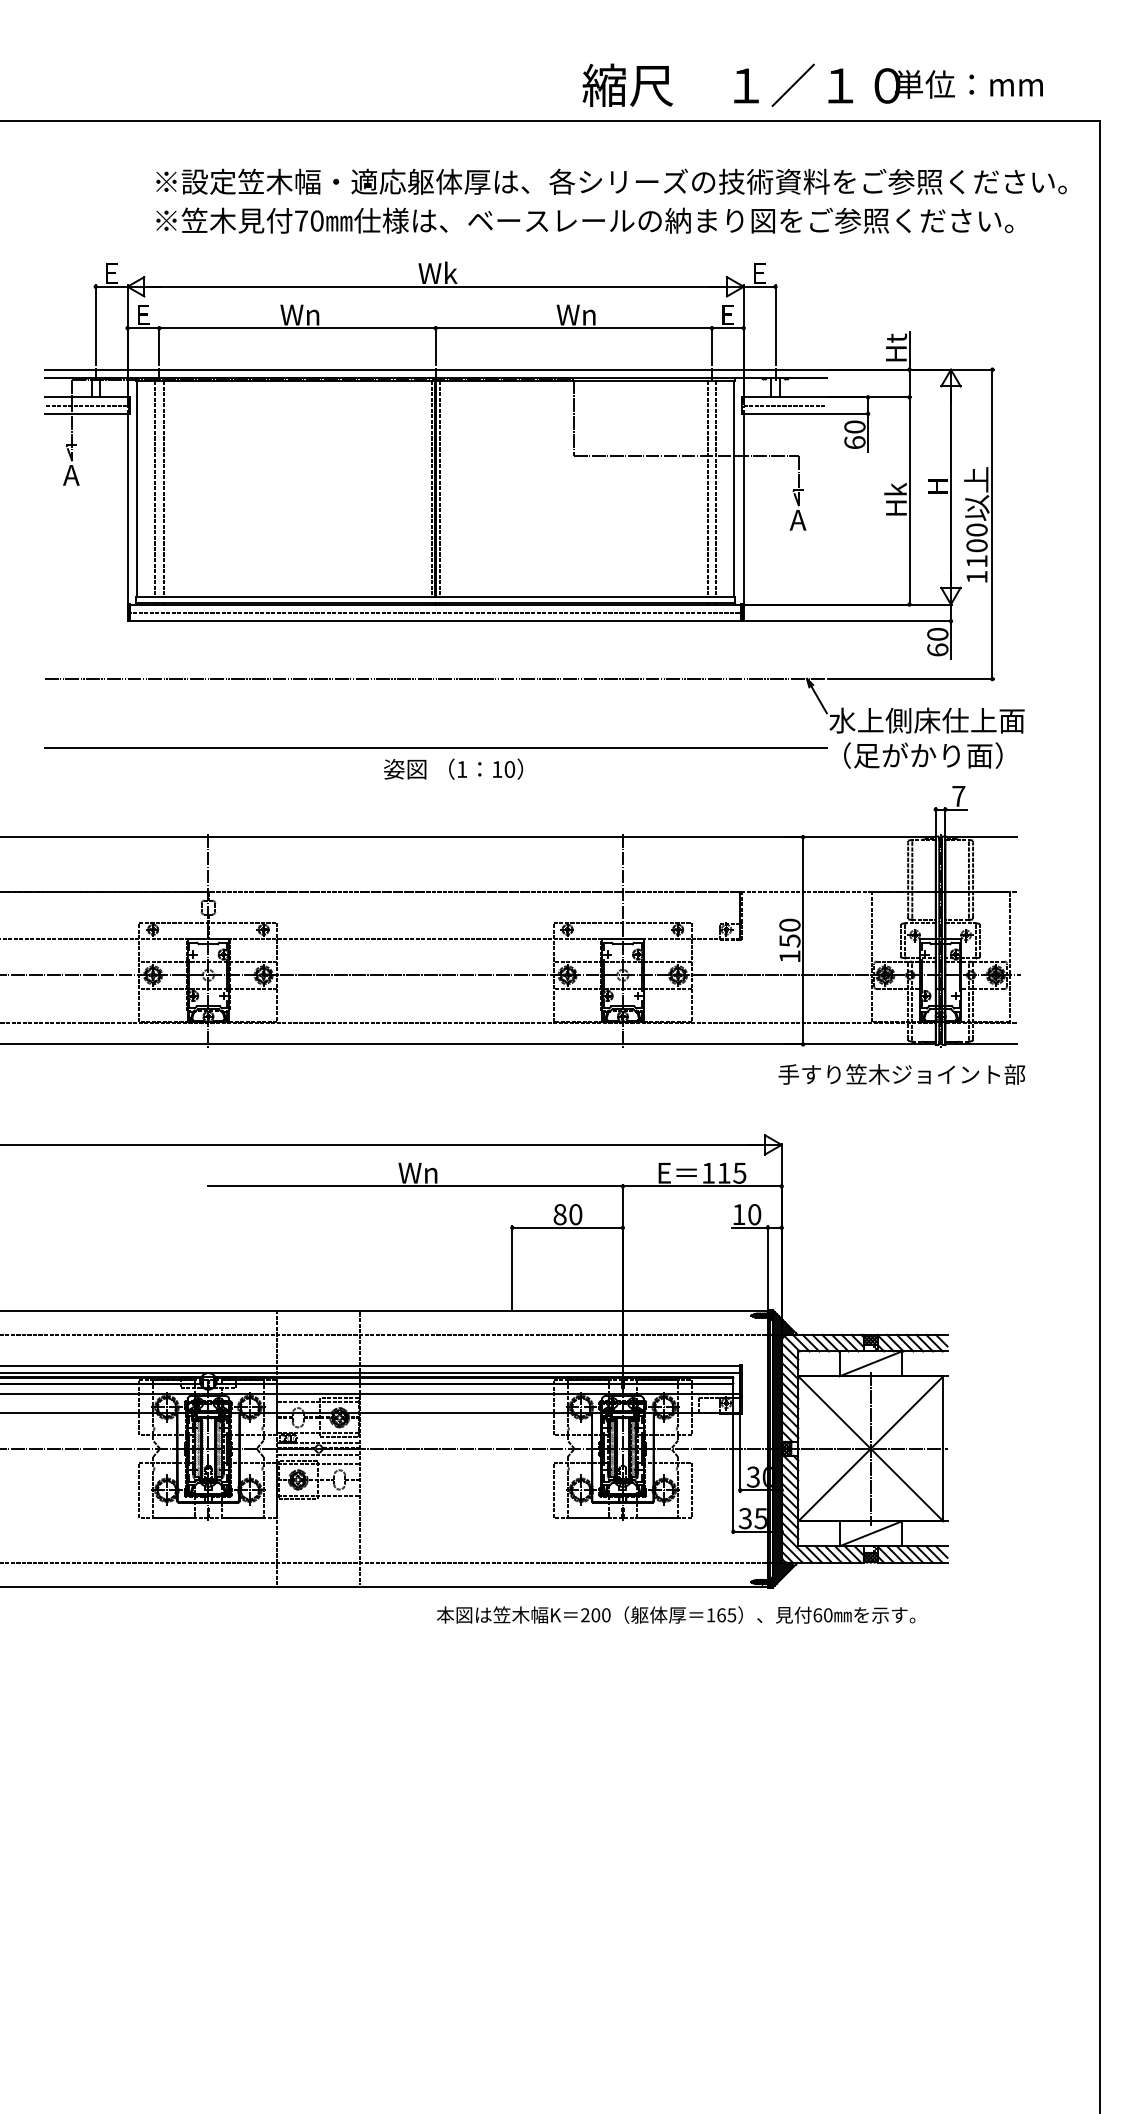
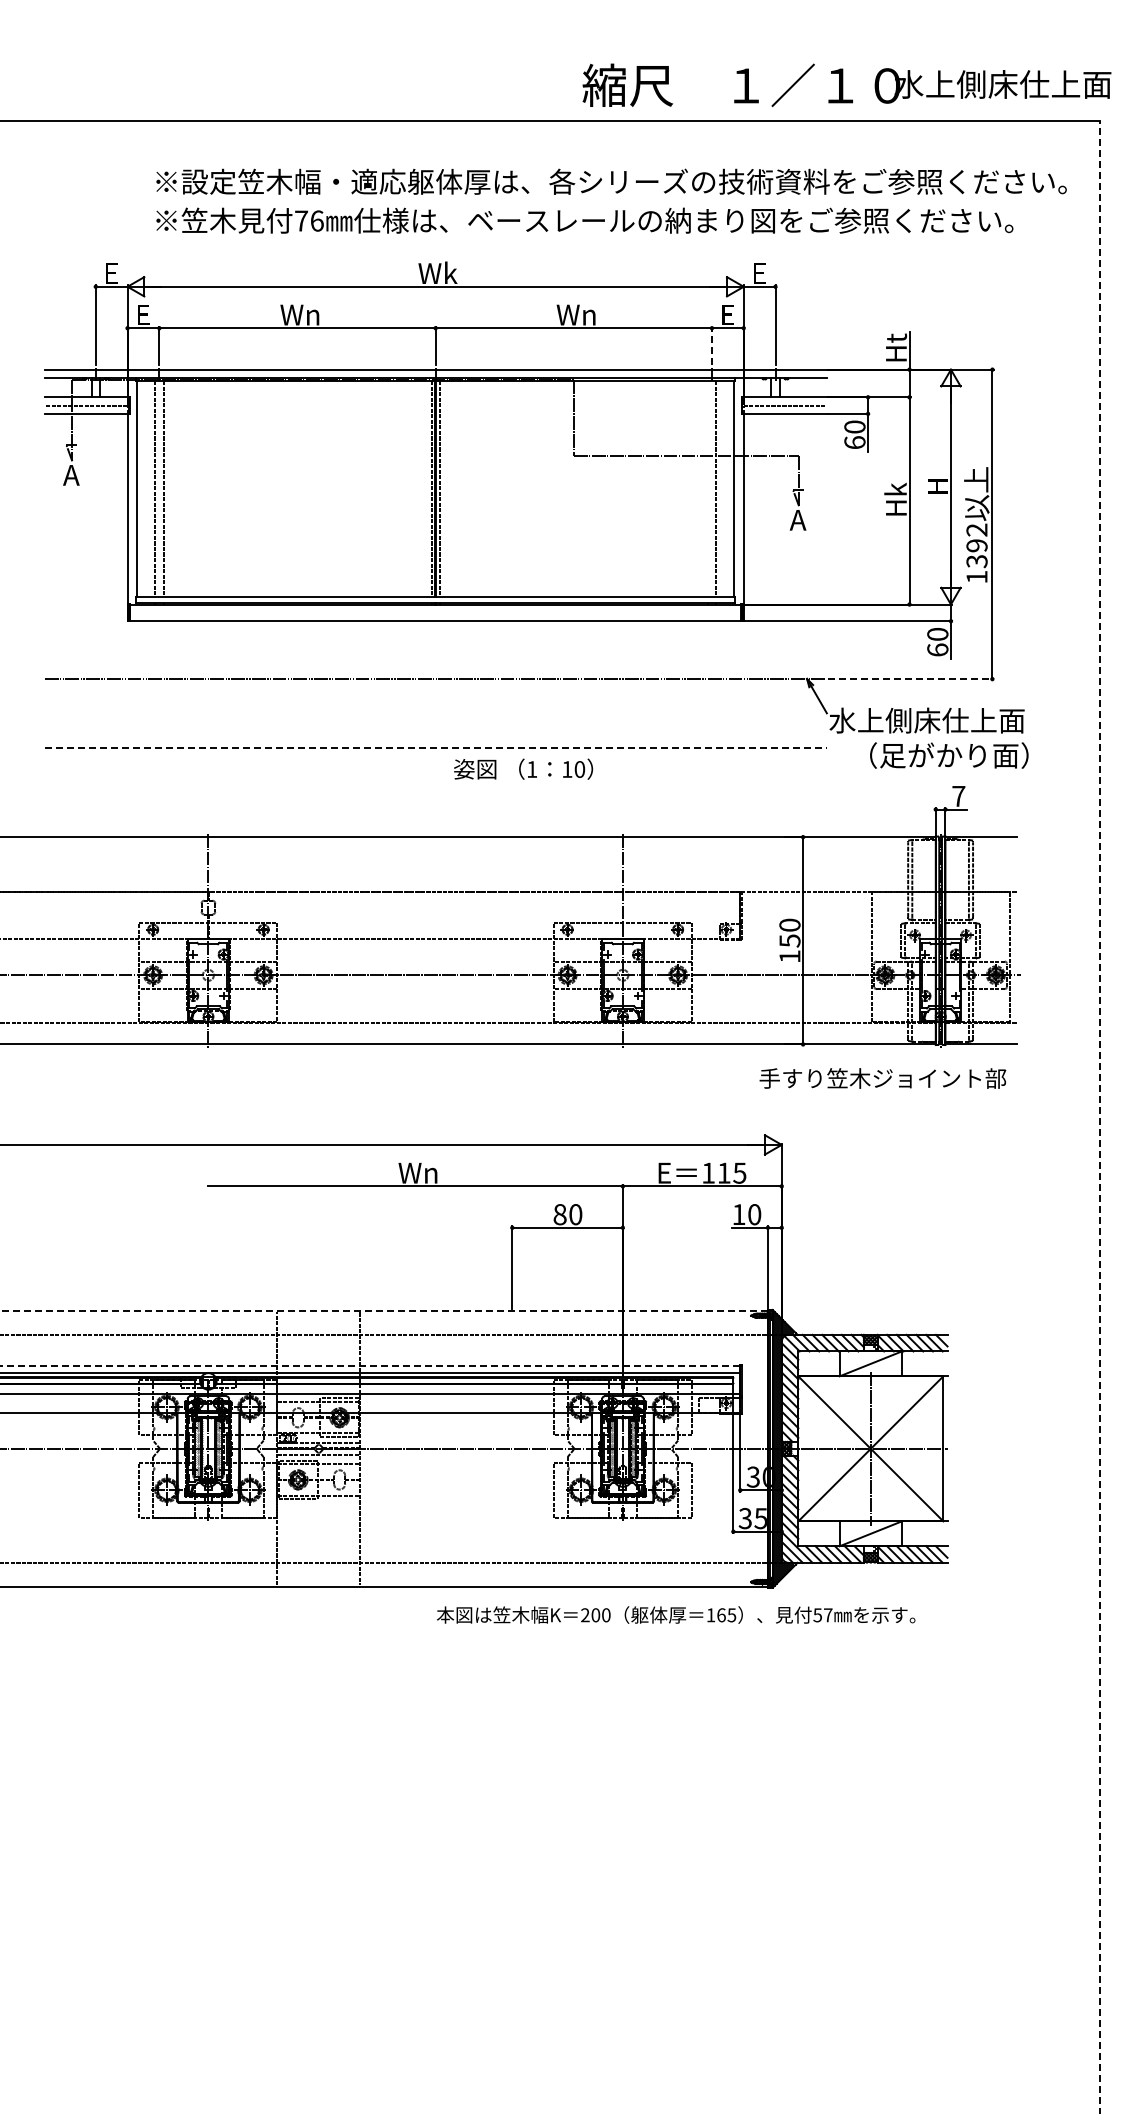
text at (1002, 84): 単位：mm -> 水上側床仕上面
text at (316, 220): 70 -> 76
line at (711, 345): solid -> dashed
line at (707, 489): present -> none
text at (976, 545): 1100 -> 1392
line at (435, 612): present -> none
line at (910, 679): solid -> dashed
line at (435, 748): solid -> dashed
text at (923, 755) position: (923, 755) -> (949, 755)
text at (453, 768) position: (453, 768) -> (523, 768)
text at (901, 1074) position: (901, 1074) -> (882, 1078)
line at (1100, 1116): solid -> dashed
line at (384, 1310): solid -> dashed
line at (370, 1365): solid -> dashed
text at (822, 1615): 60 -> 57
